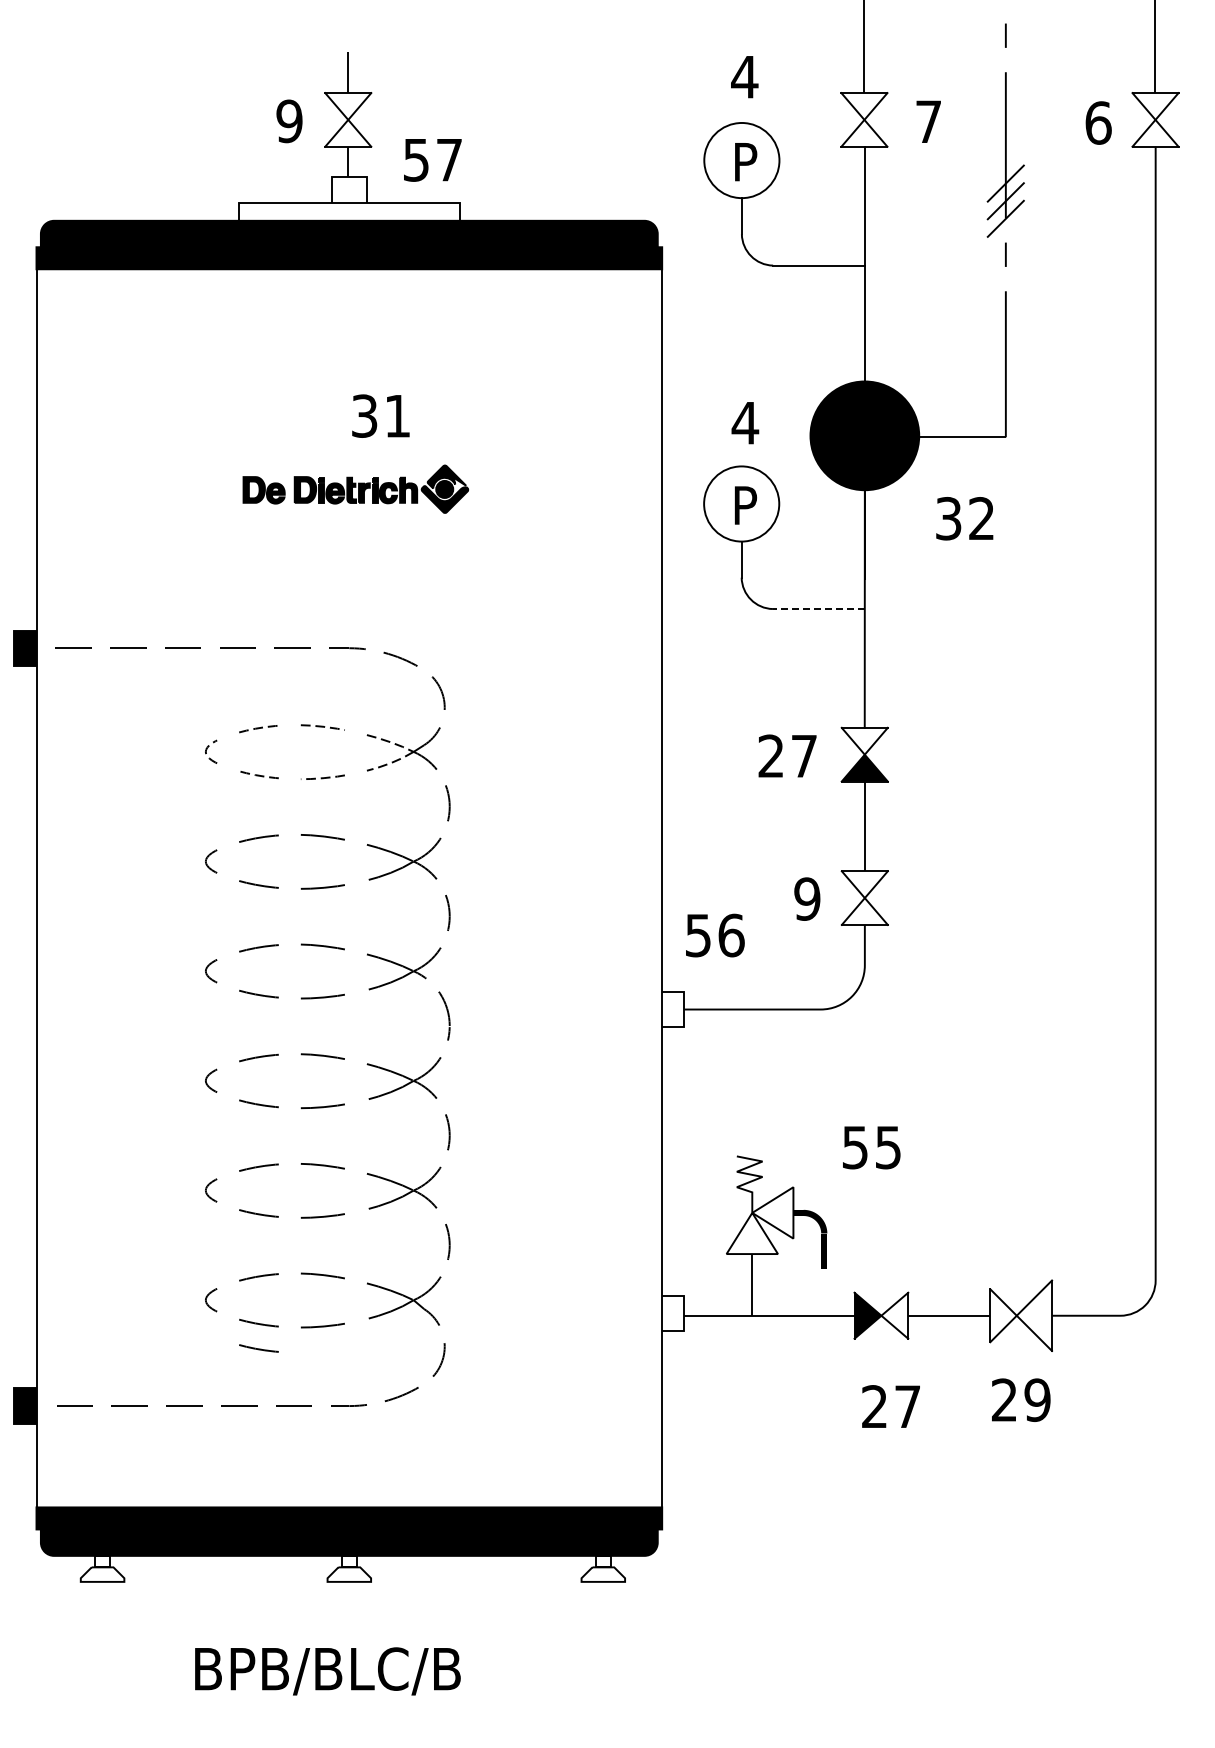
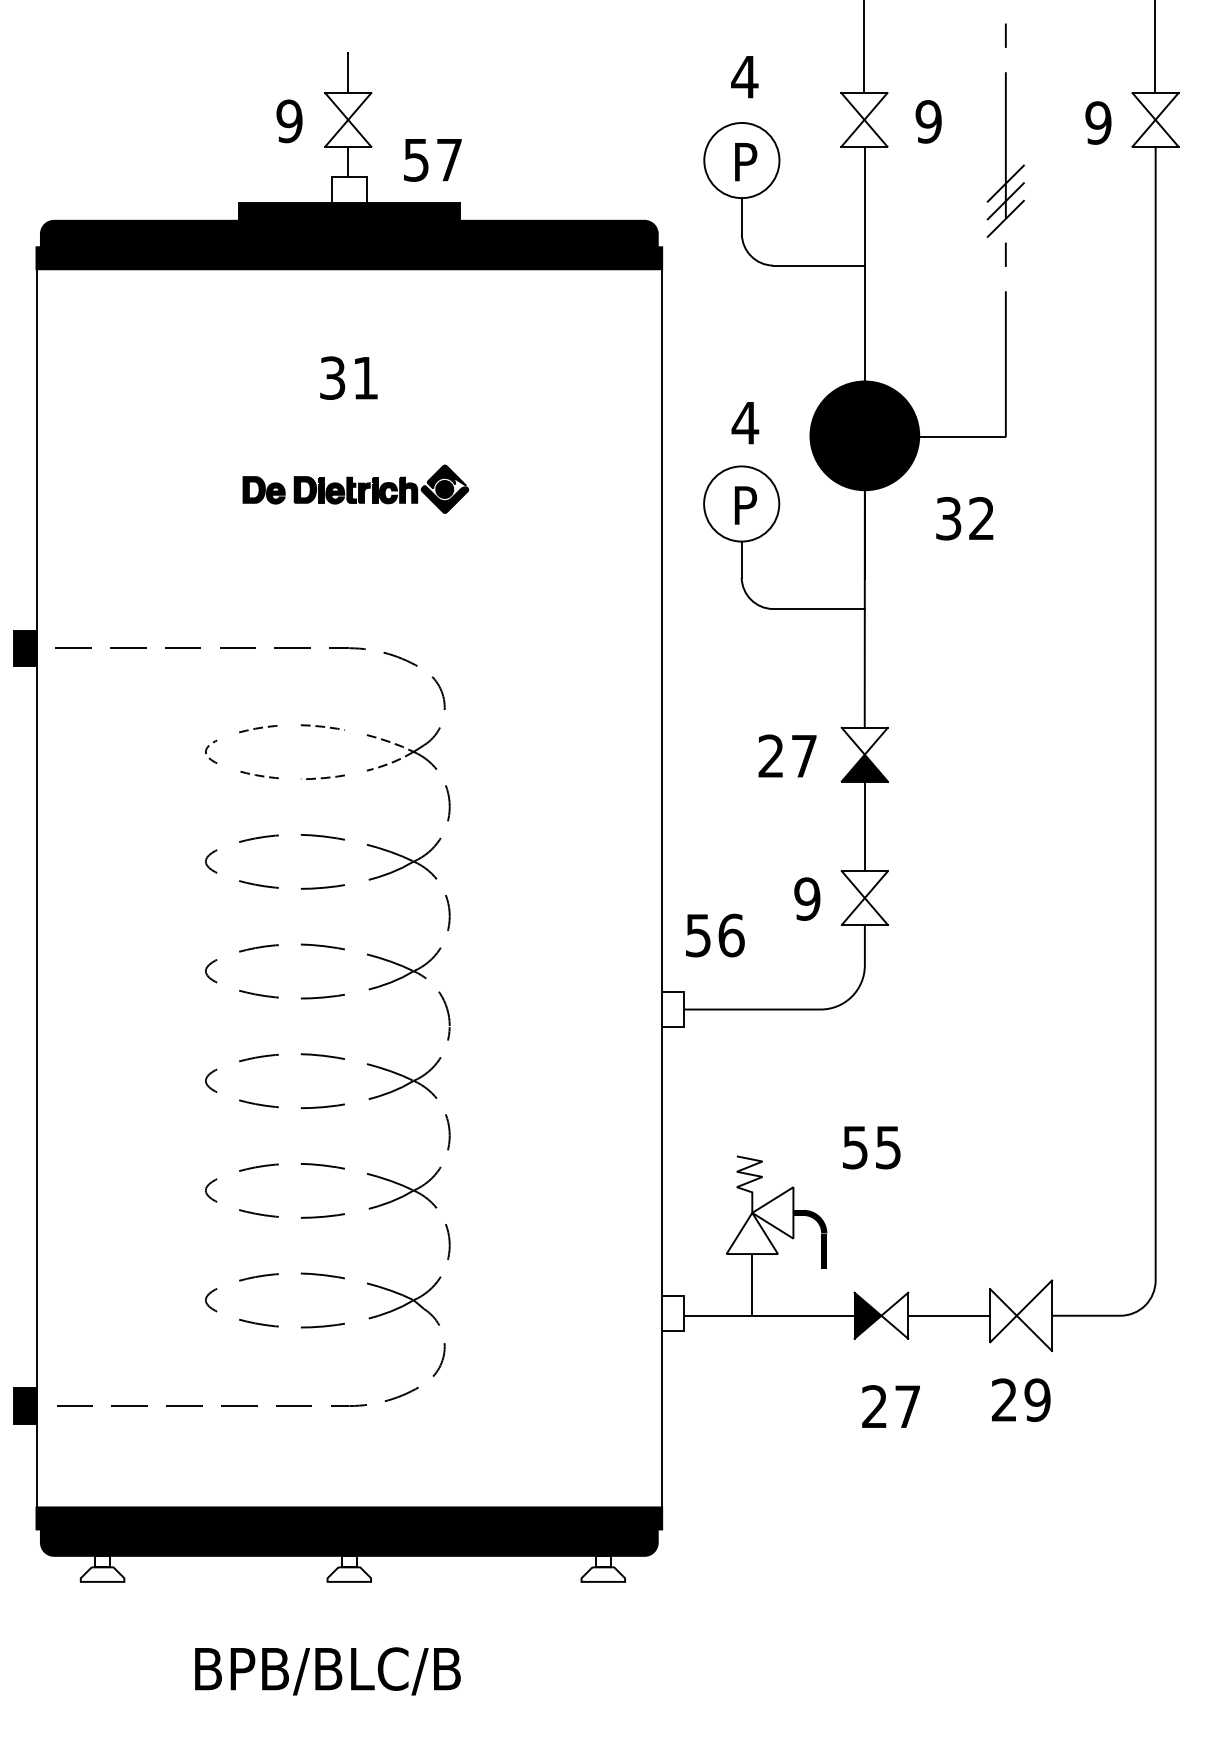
text at (928, 121): 7 -> 9
text at (1098, 122): 6 -> 9
fill at (349, 211): none -> present
text at (380, 415) position: (380, 415) -> (348, 377)
line at (818, 609): dashed -> solid
line at (258, 1348): present -> none
